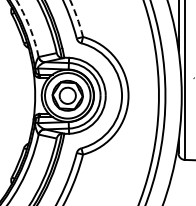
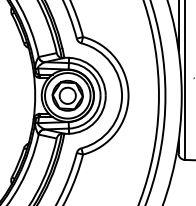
arc at (77, 17): dashed -> solid
arc at (29, 27): dashed -> solid
